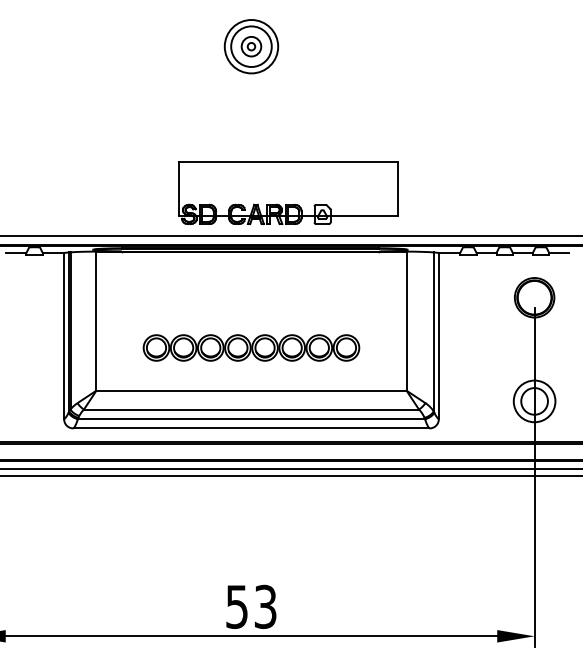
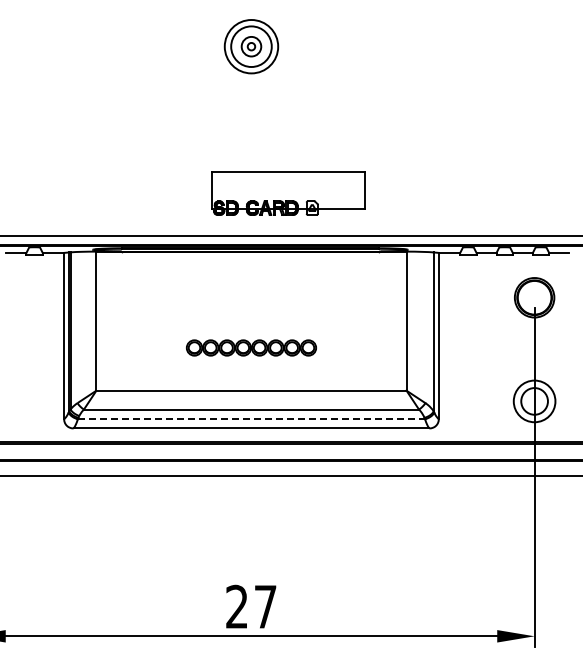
part at (288, 193) size: 221x65 px -> 155x45 px
part at (251, 347) size: 219x28 px -> 131x18 px
line at (251, 419): solid -> dashed
line at (290, 468): present -> none
text at (251, 606): 53 -> 27
